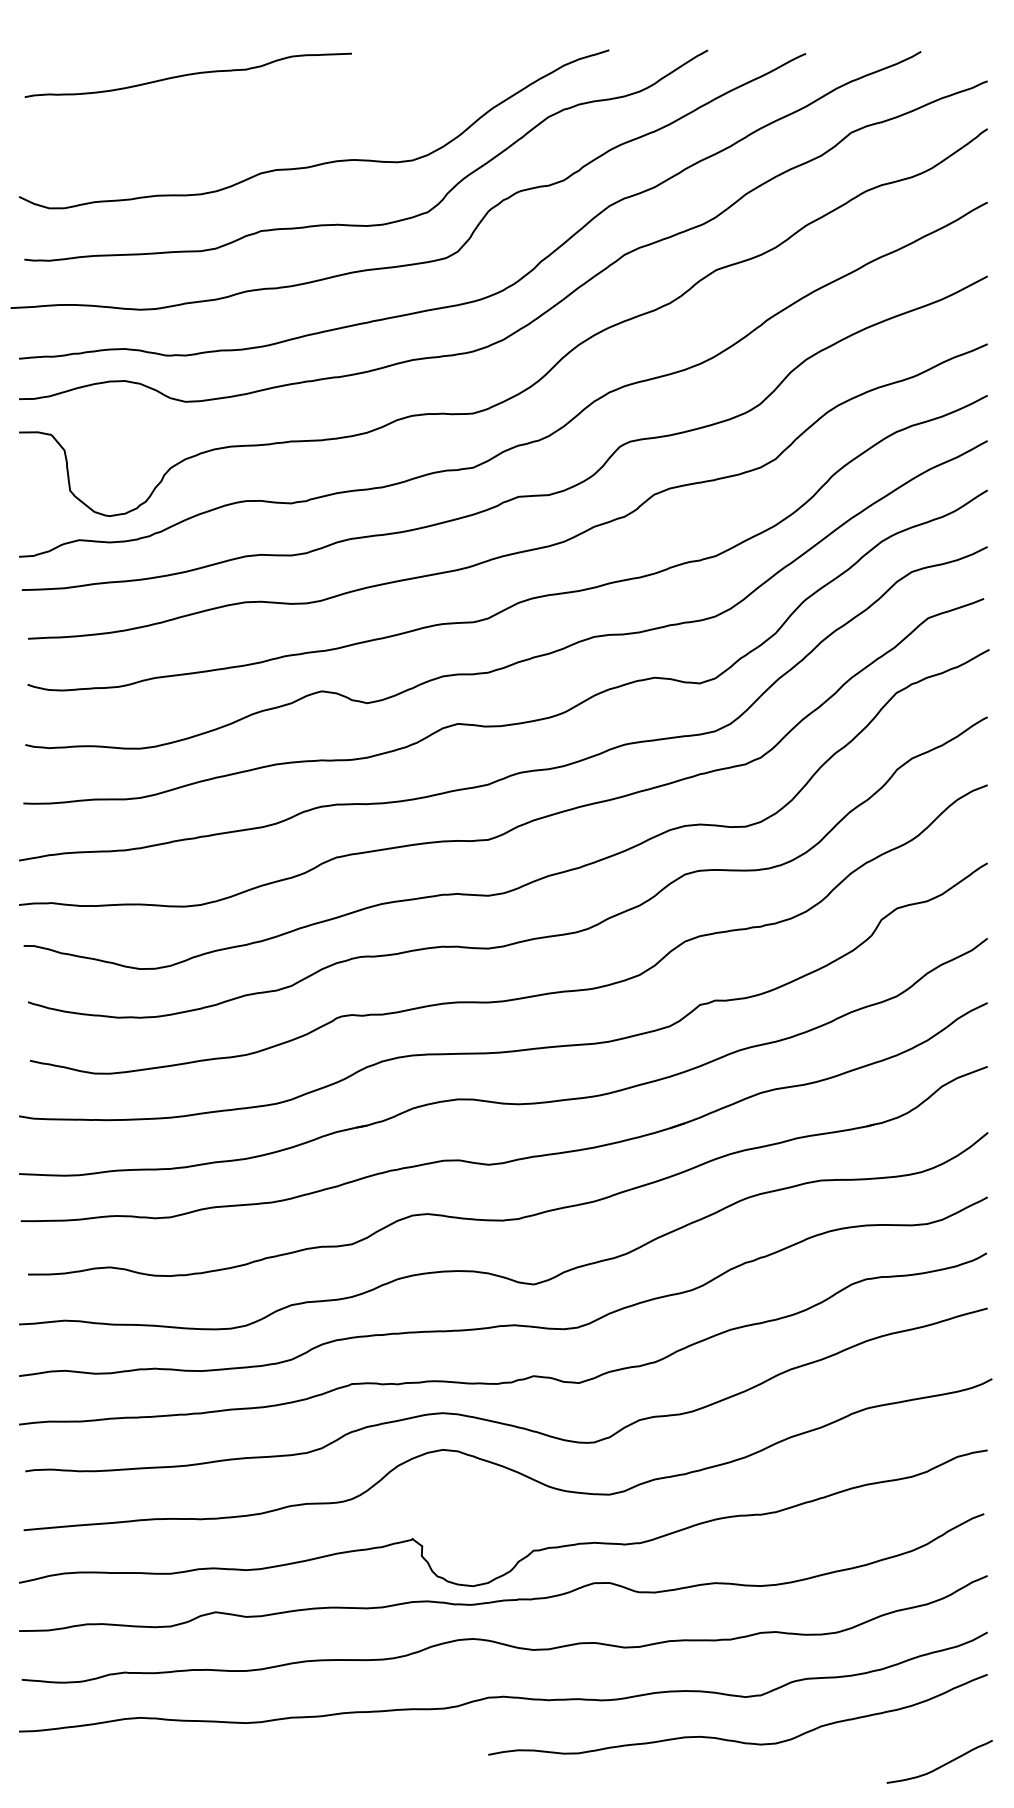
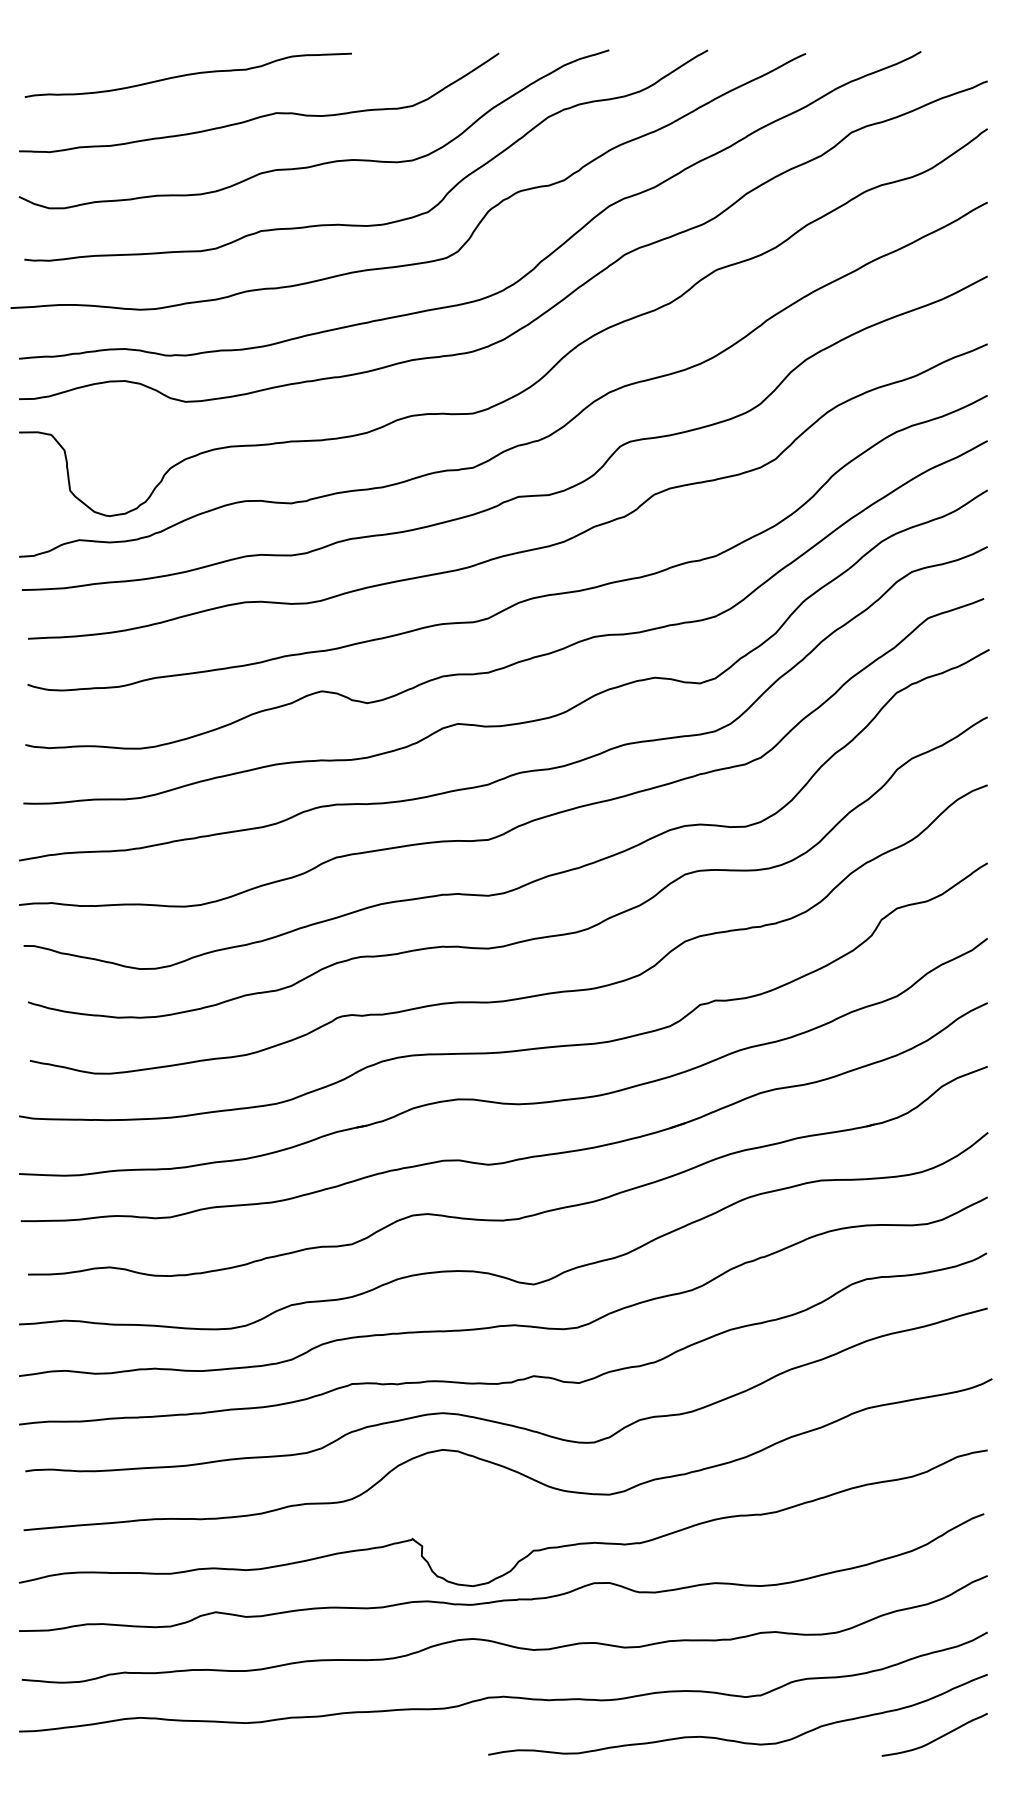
curve at (261, 115): none -> present
curve at (942, 1764) position: (942, 1764) -> (937, 1737)
